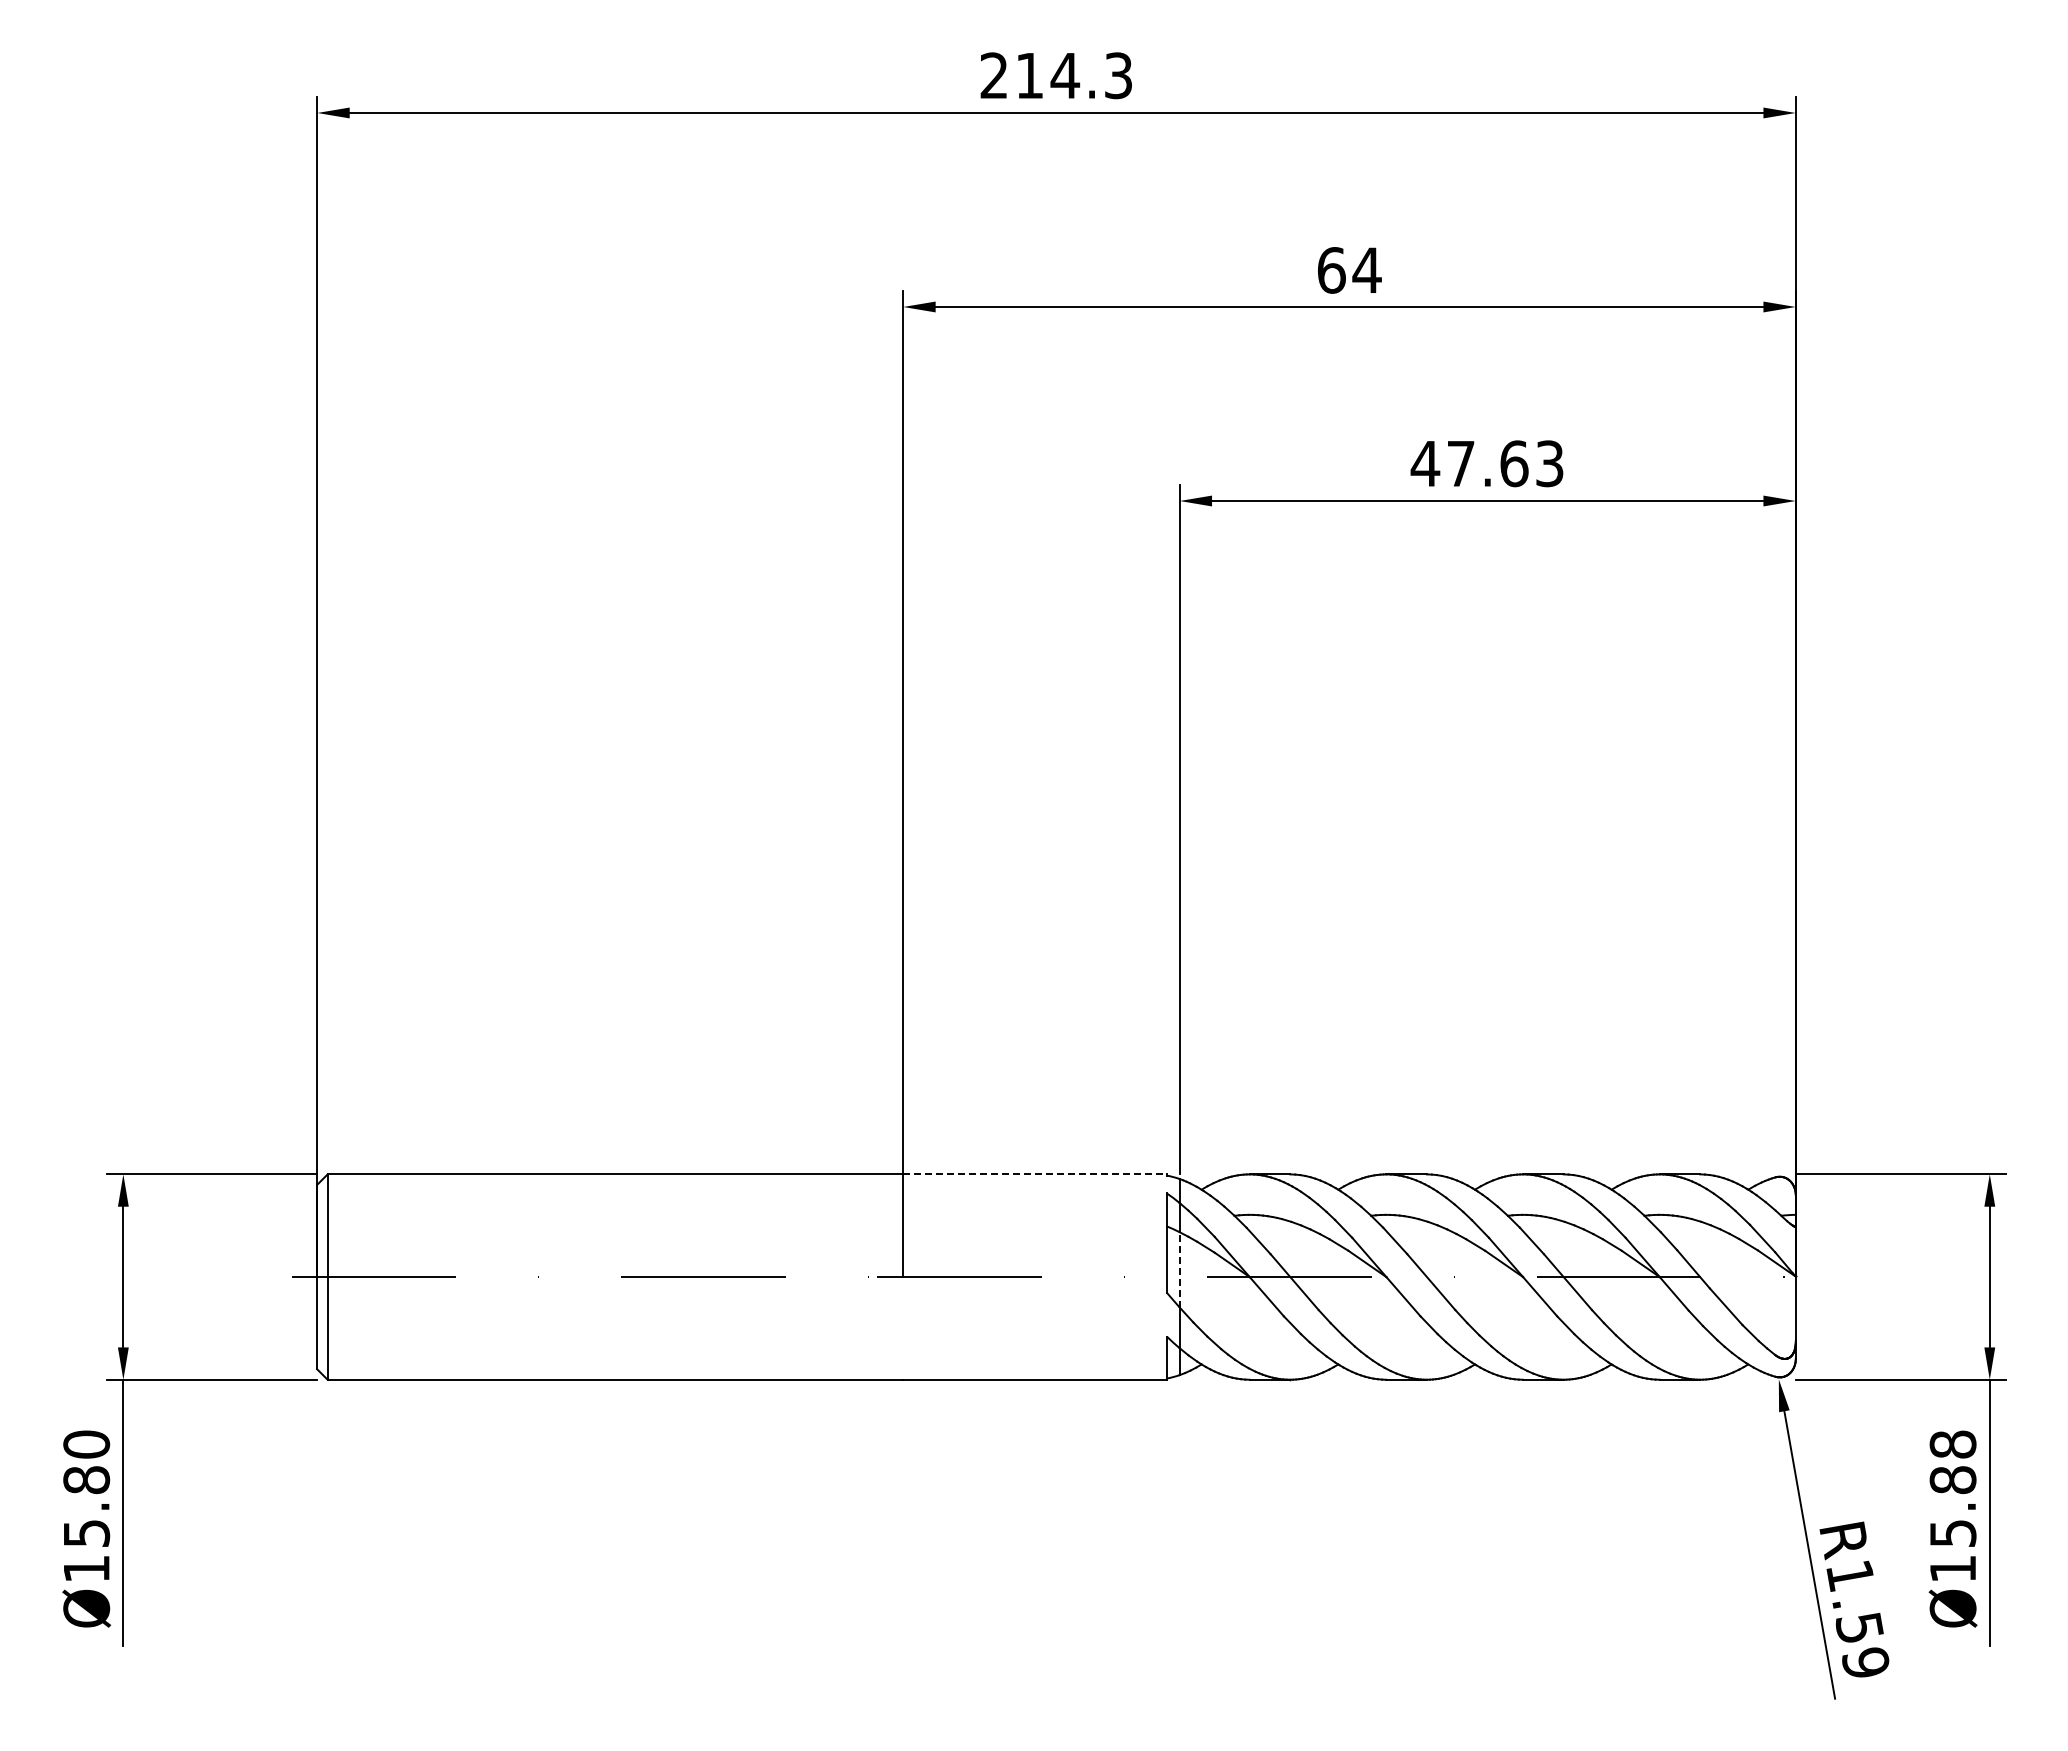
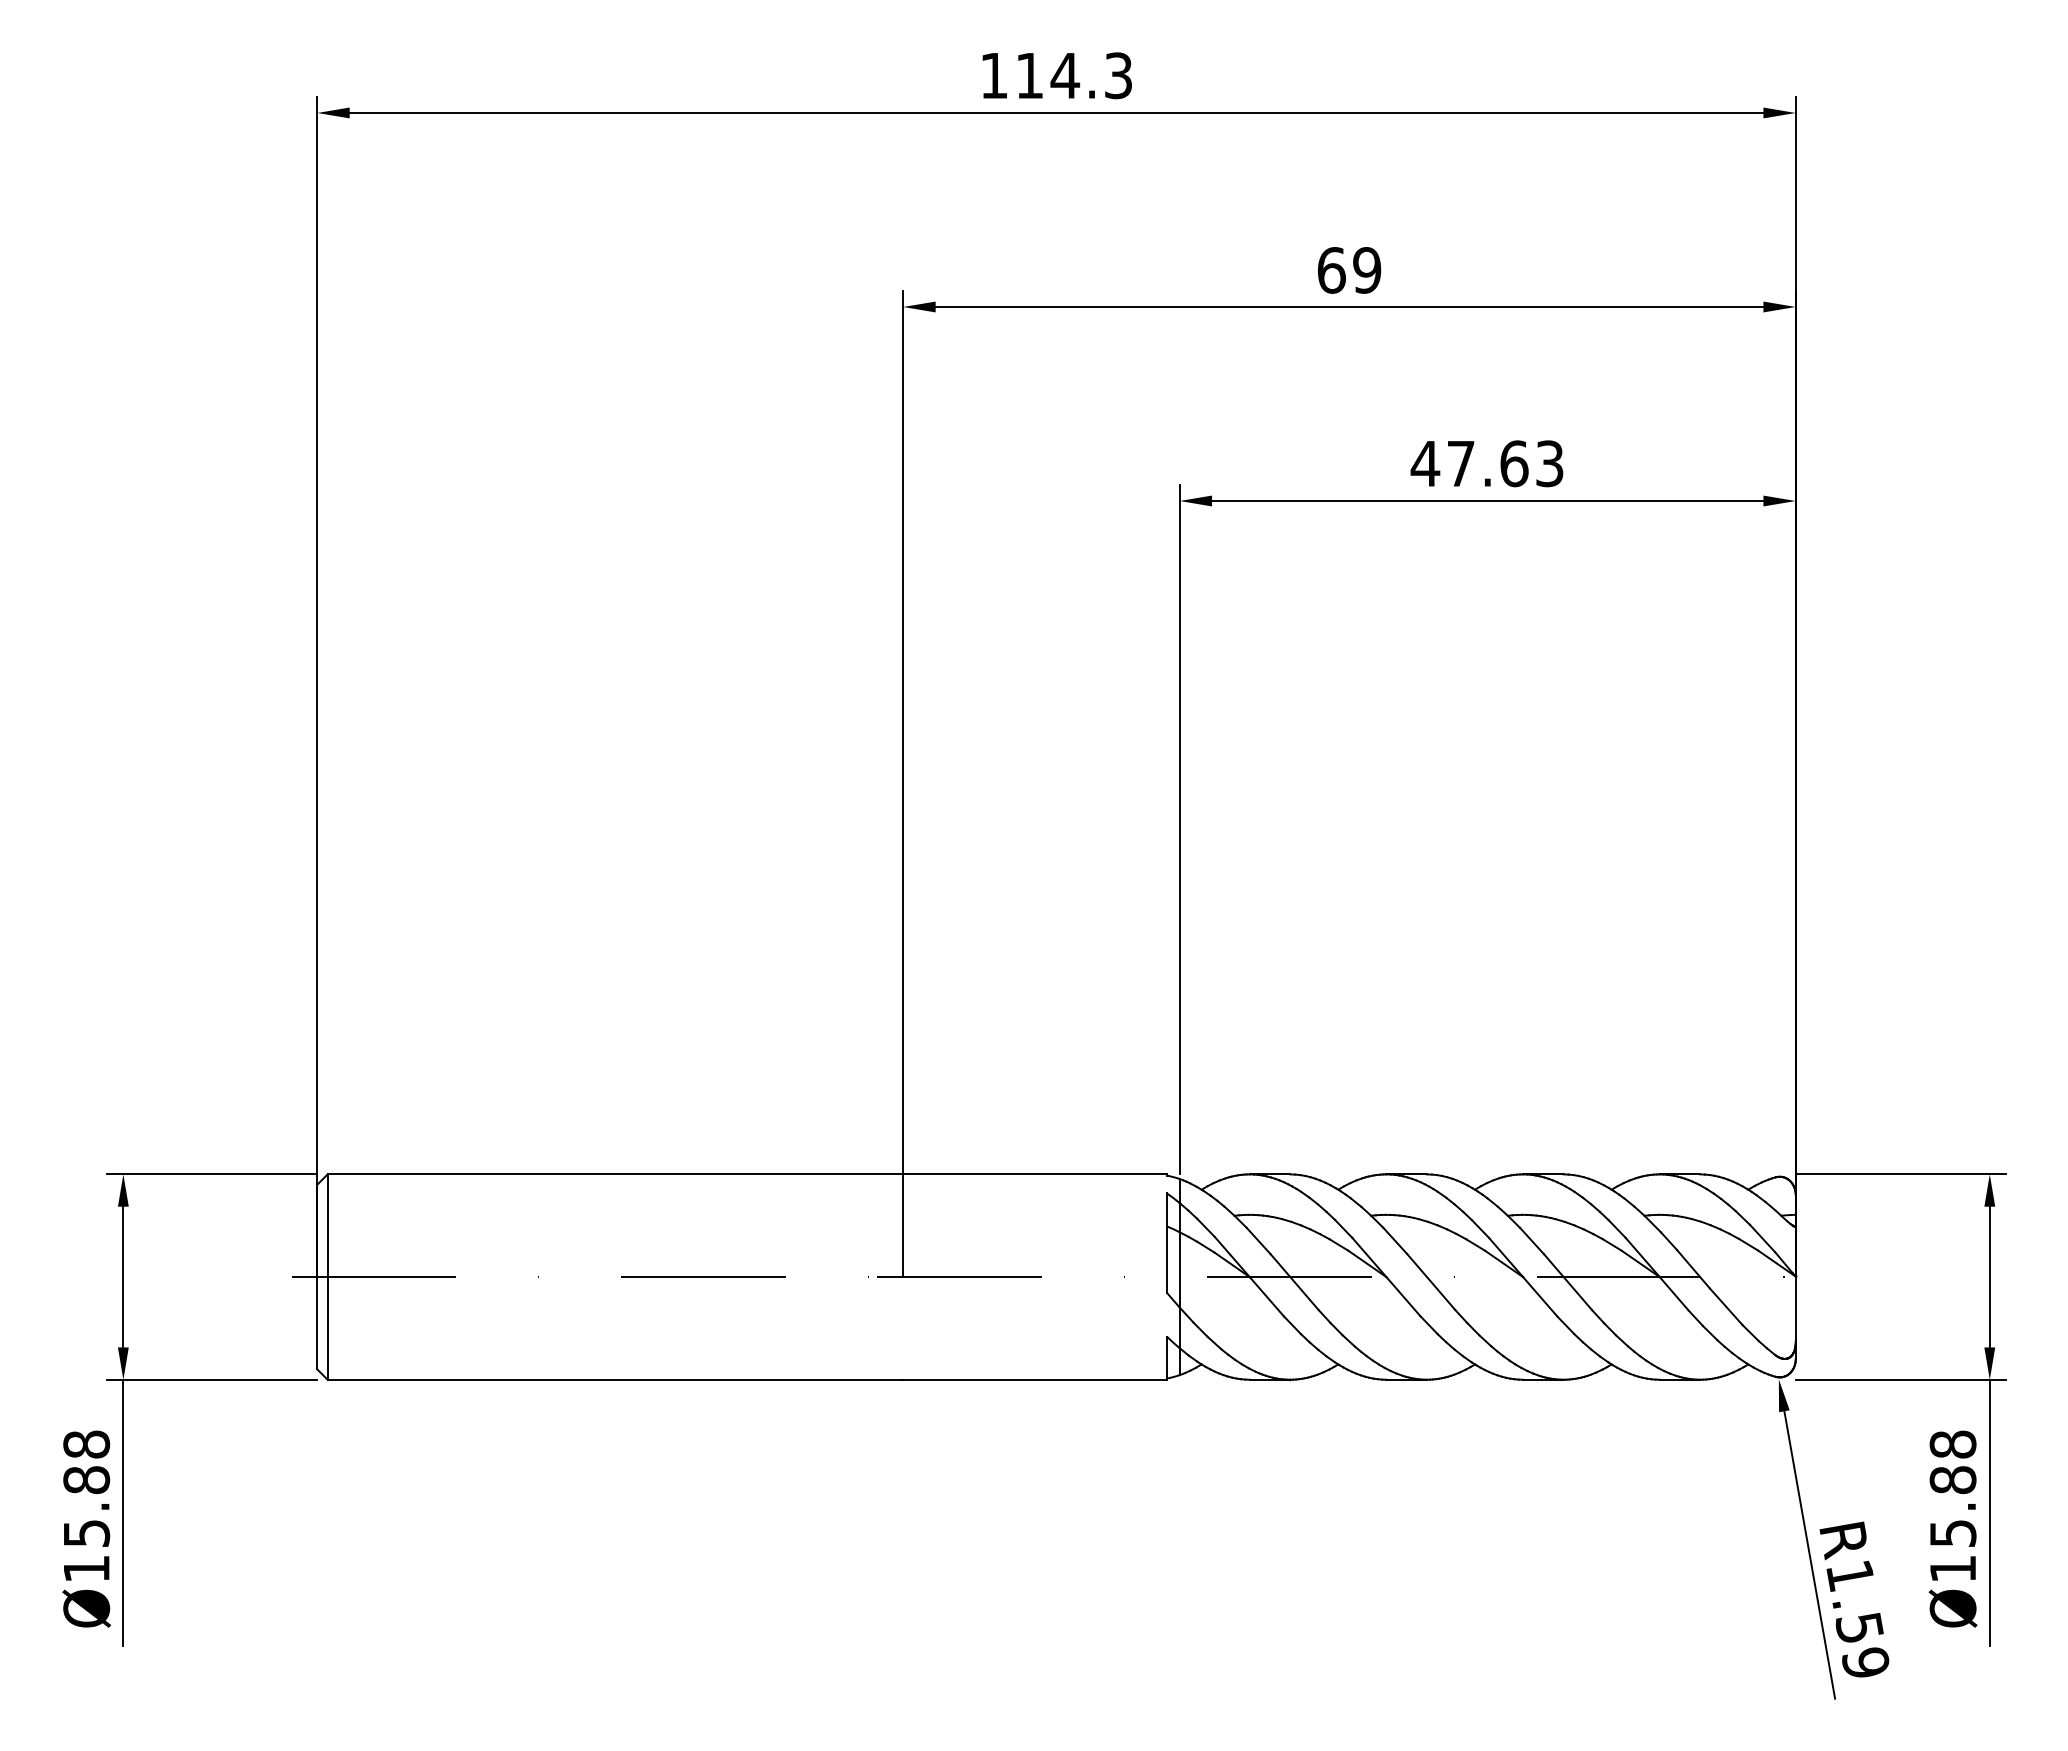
text at (993, 75): 214.3 -> 114.3
text at (1366, 270): 64 -> 69
line at (1035, 1174): dashed -> solid
line at (1179, 1269): dashed -> solid
text at (86, 1444): Ø15.80 -> Ø15.88
